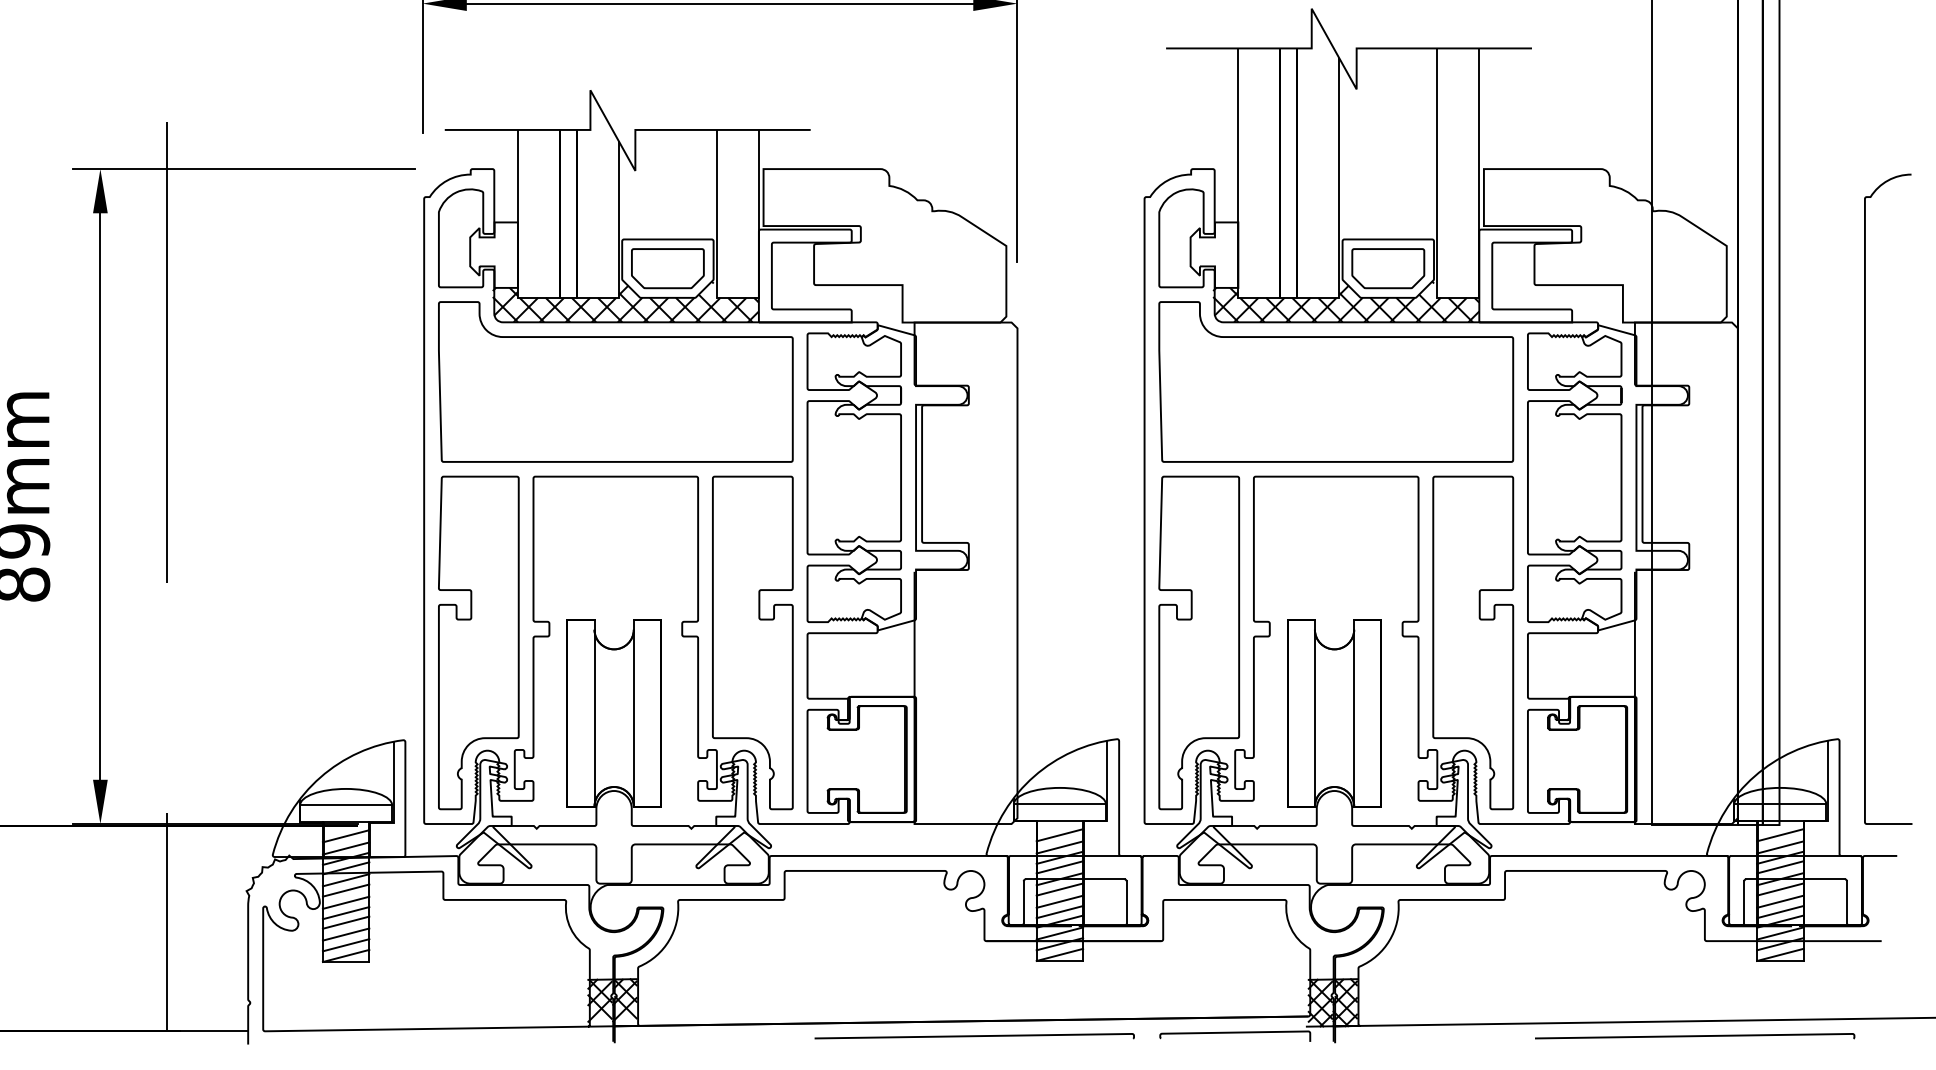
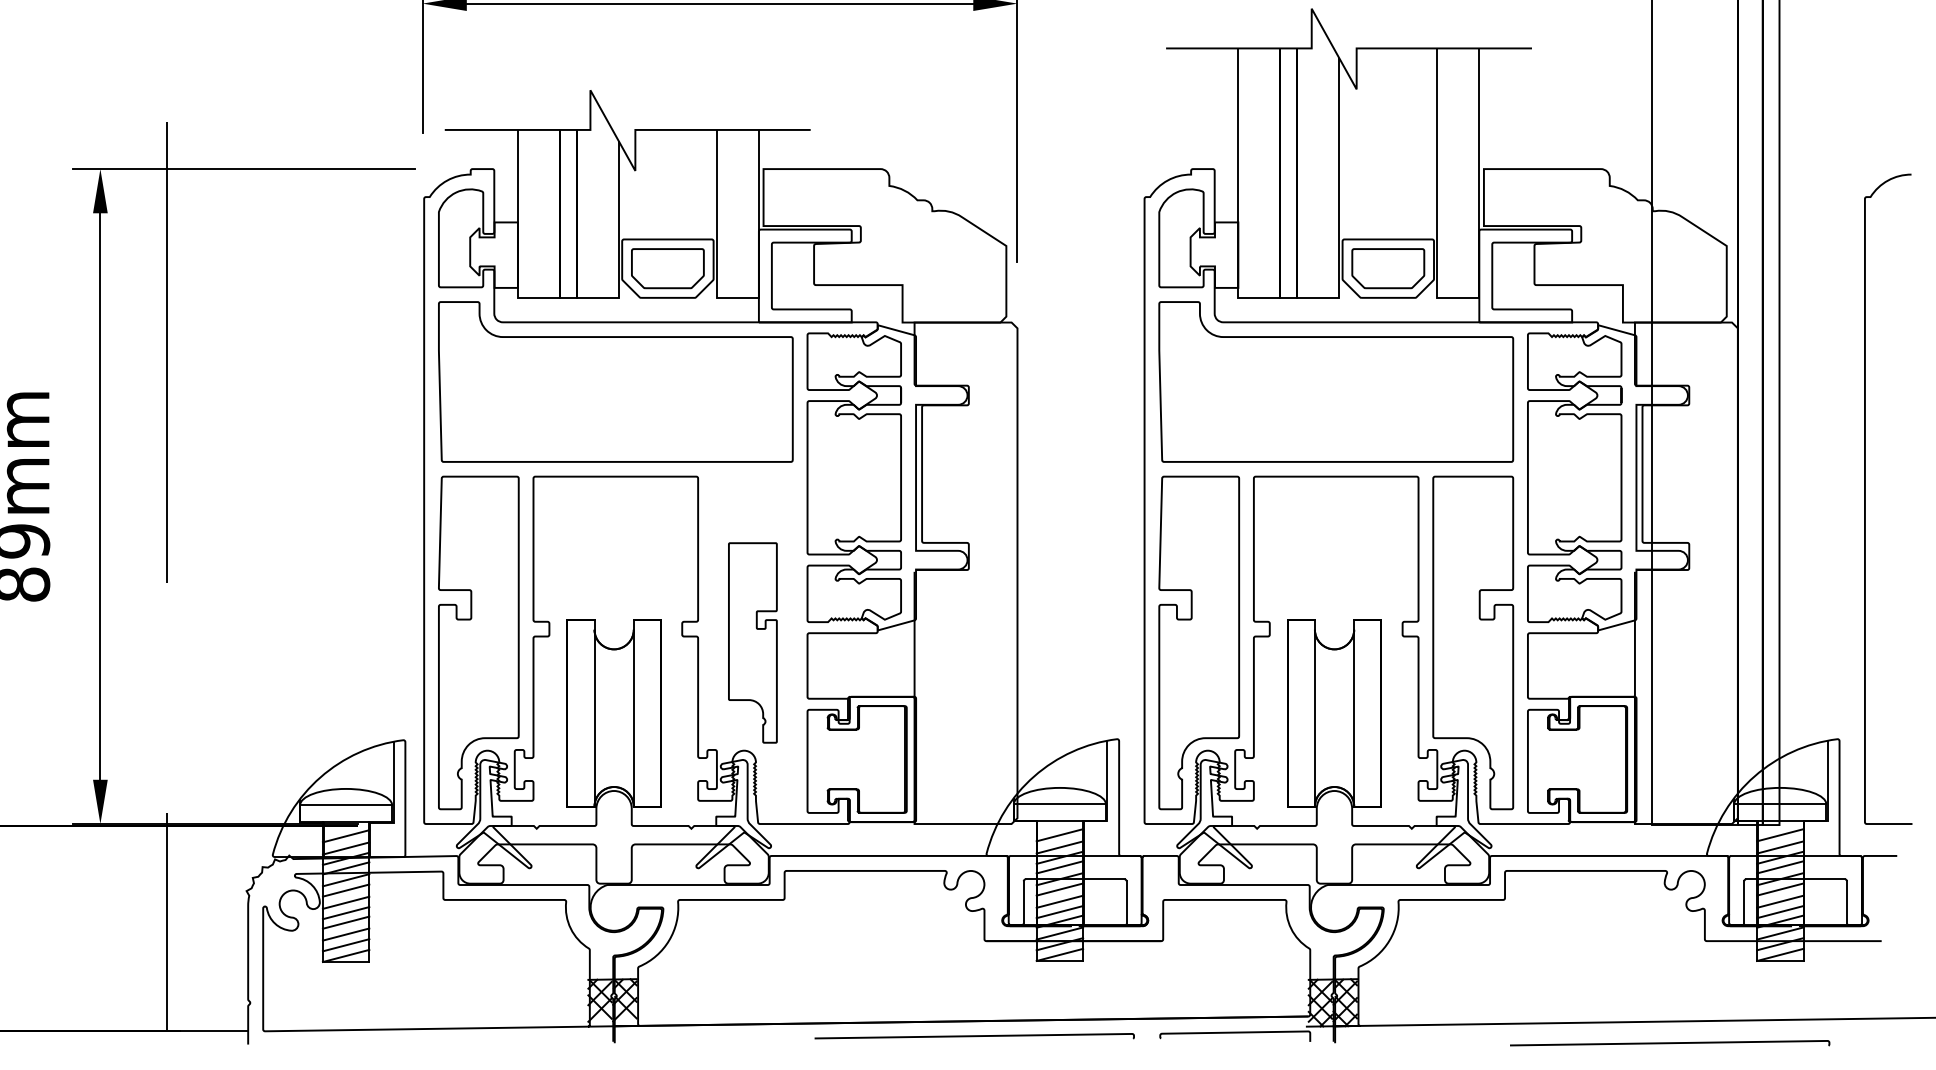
hatch at (625, 301): present -> none
hatch at (1346, 301): present -> none
part at (752, 642) size: 82x336 px -> 50x202 px
curve at (1695, 1036) position: (1695, 1036) -> (1670, 1043)
